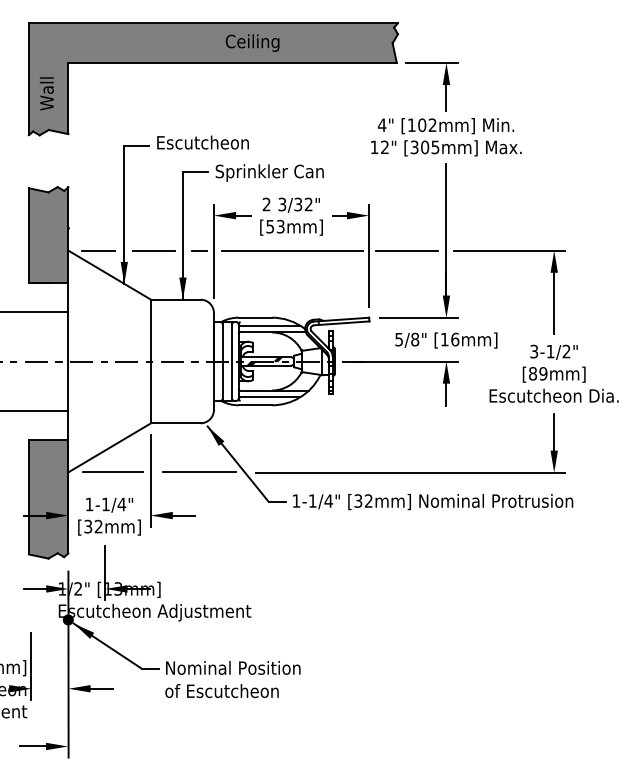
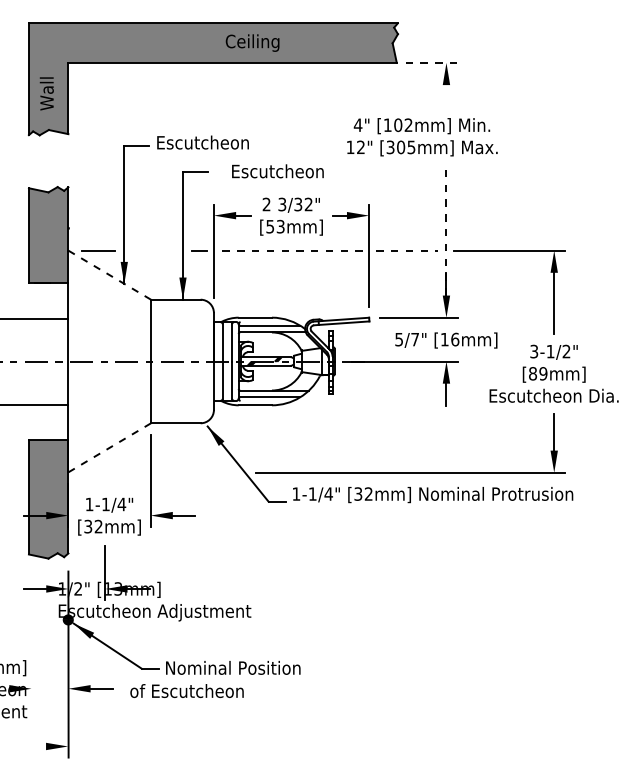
line at (431, 62): solid -> dashed
line at (446, 97): present -> none
text at (446, 137) position: (446, 137) -> (422, 137)
text at (264, 172): Sprinkler Can -> Escutcheon
line at (446, 229): solid -> dashed
line at (153, 250): present -> none
line at (293, 250): solid -> dashed
line at (407, 250): solid -> dashed
line at (110, 275): solid -> dashed
line at (35, 312) position: (35, 312) -> (35, 319)
text at (415, 339): 5/8" -> 5/7"
line at (35, 410) position: (35, 410) -> (35, 404)
line at (110, 447): solid -> dashed
line at (112, 472): present -> none
line at (199, 472): present -> none
text at (433, 502) position: (433, 502) -> (433, 495)
line at (31, 665): present -> none
text at (221, 690) position: (221, 690) -> (186, 690)
line at (32, 746): present -> none
